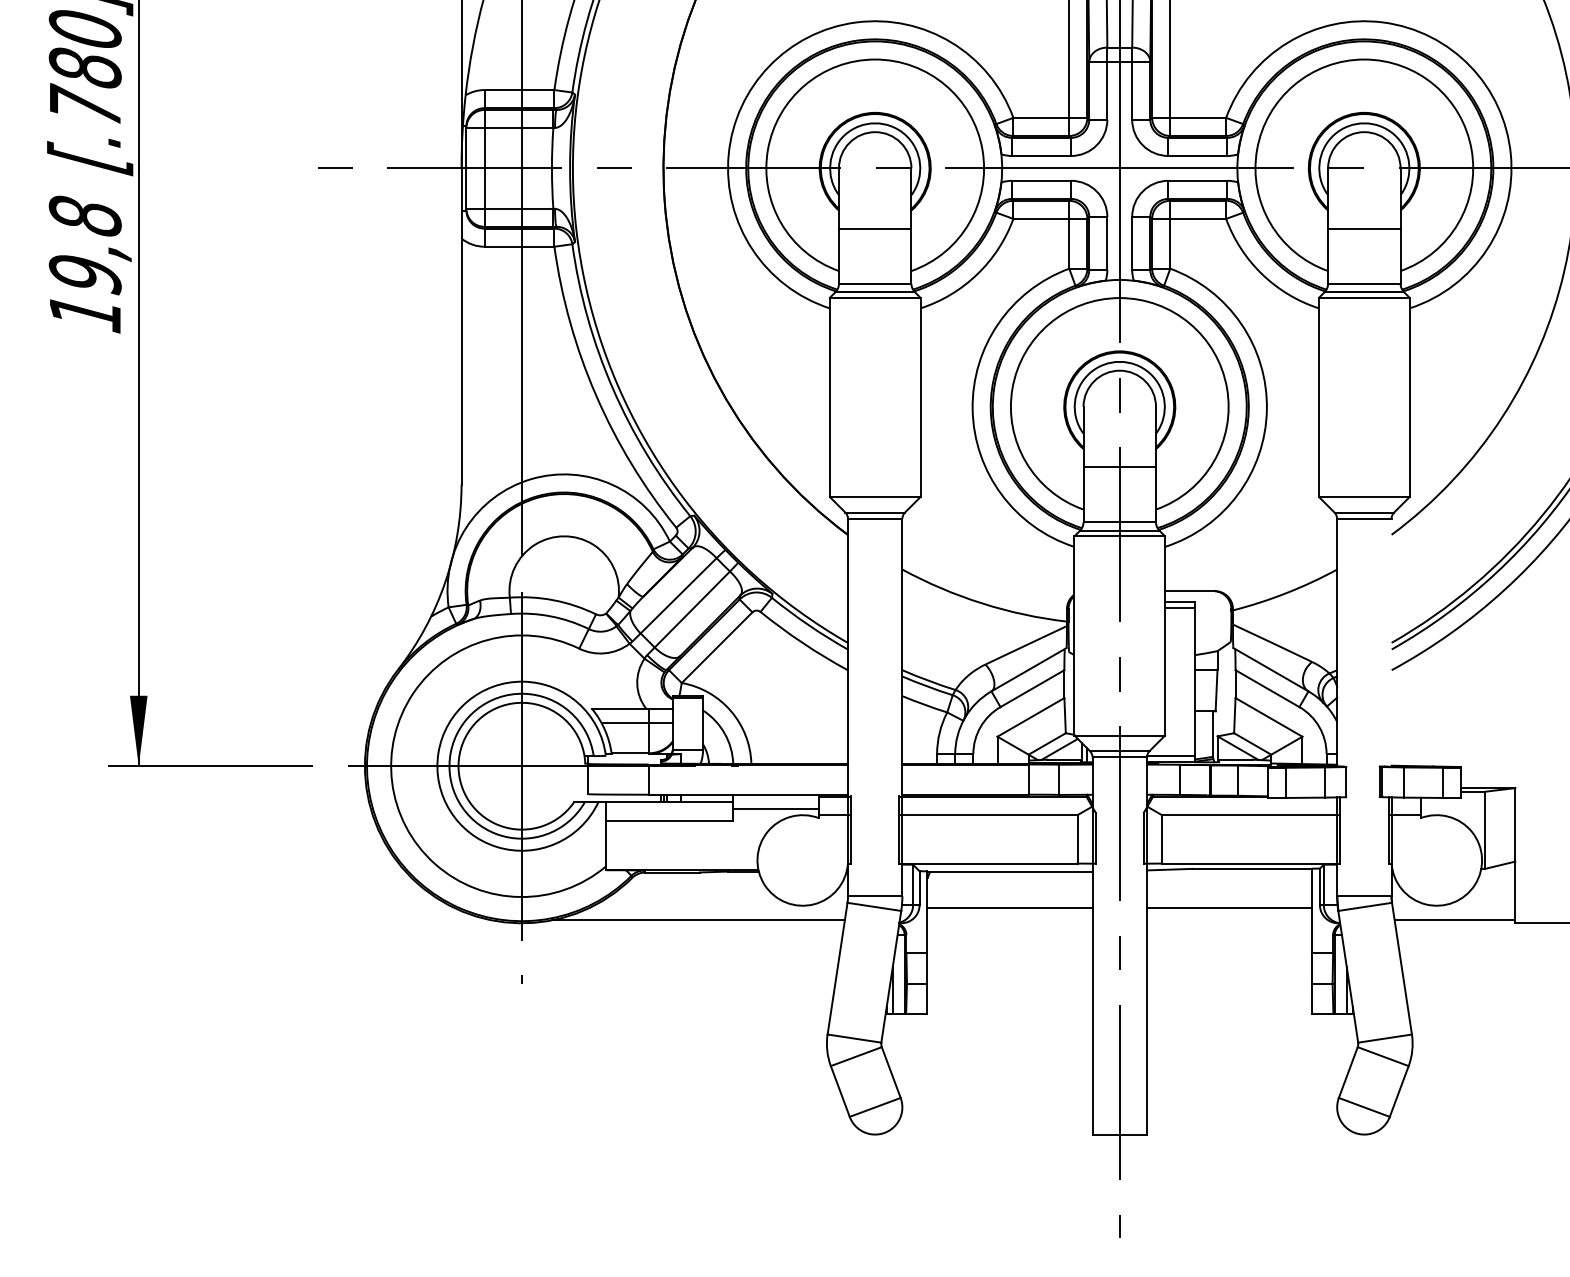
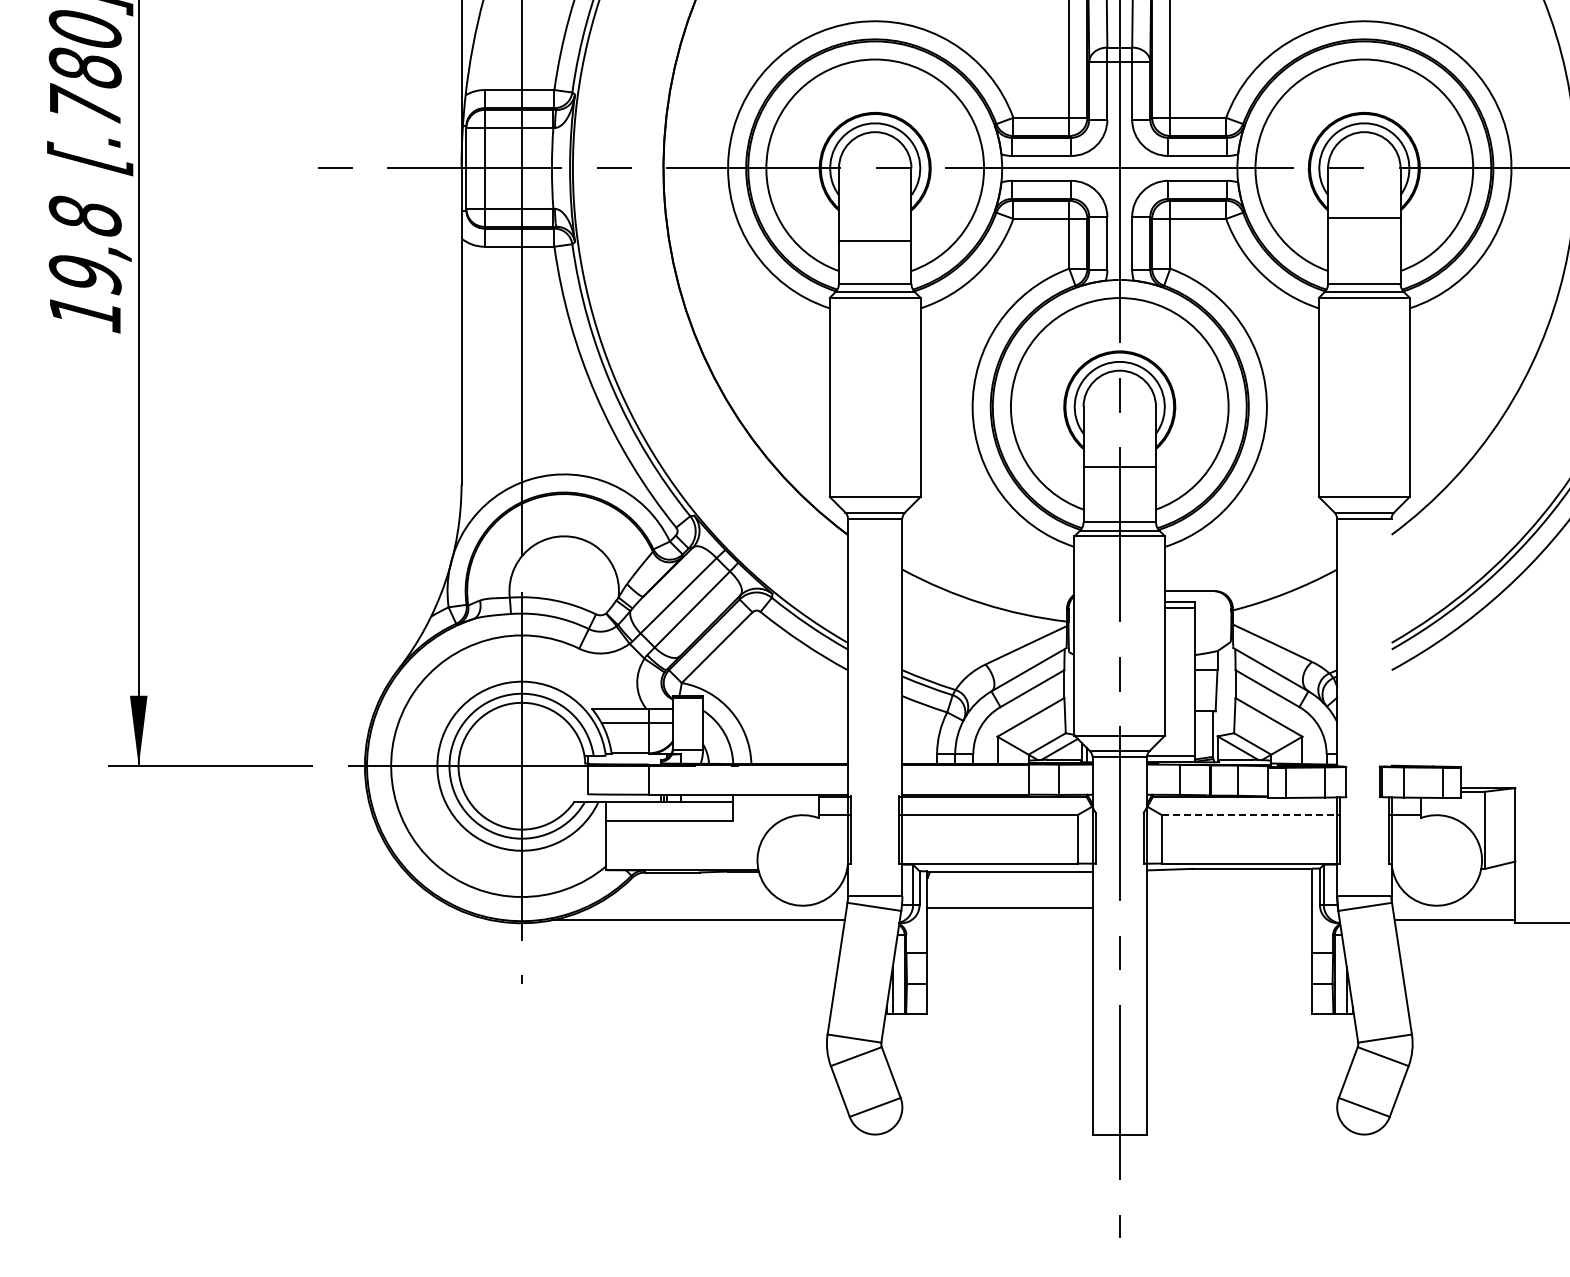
line at (874, 228) position: (874, 228) -> (874, 240)
line at (1364, 228) position: (1364, 228) -> (1364, 217)
line at (775, 808): present -> none
line at (1251, 815): solid -> dashed
line at (1229, 908): present -> none
